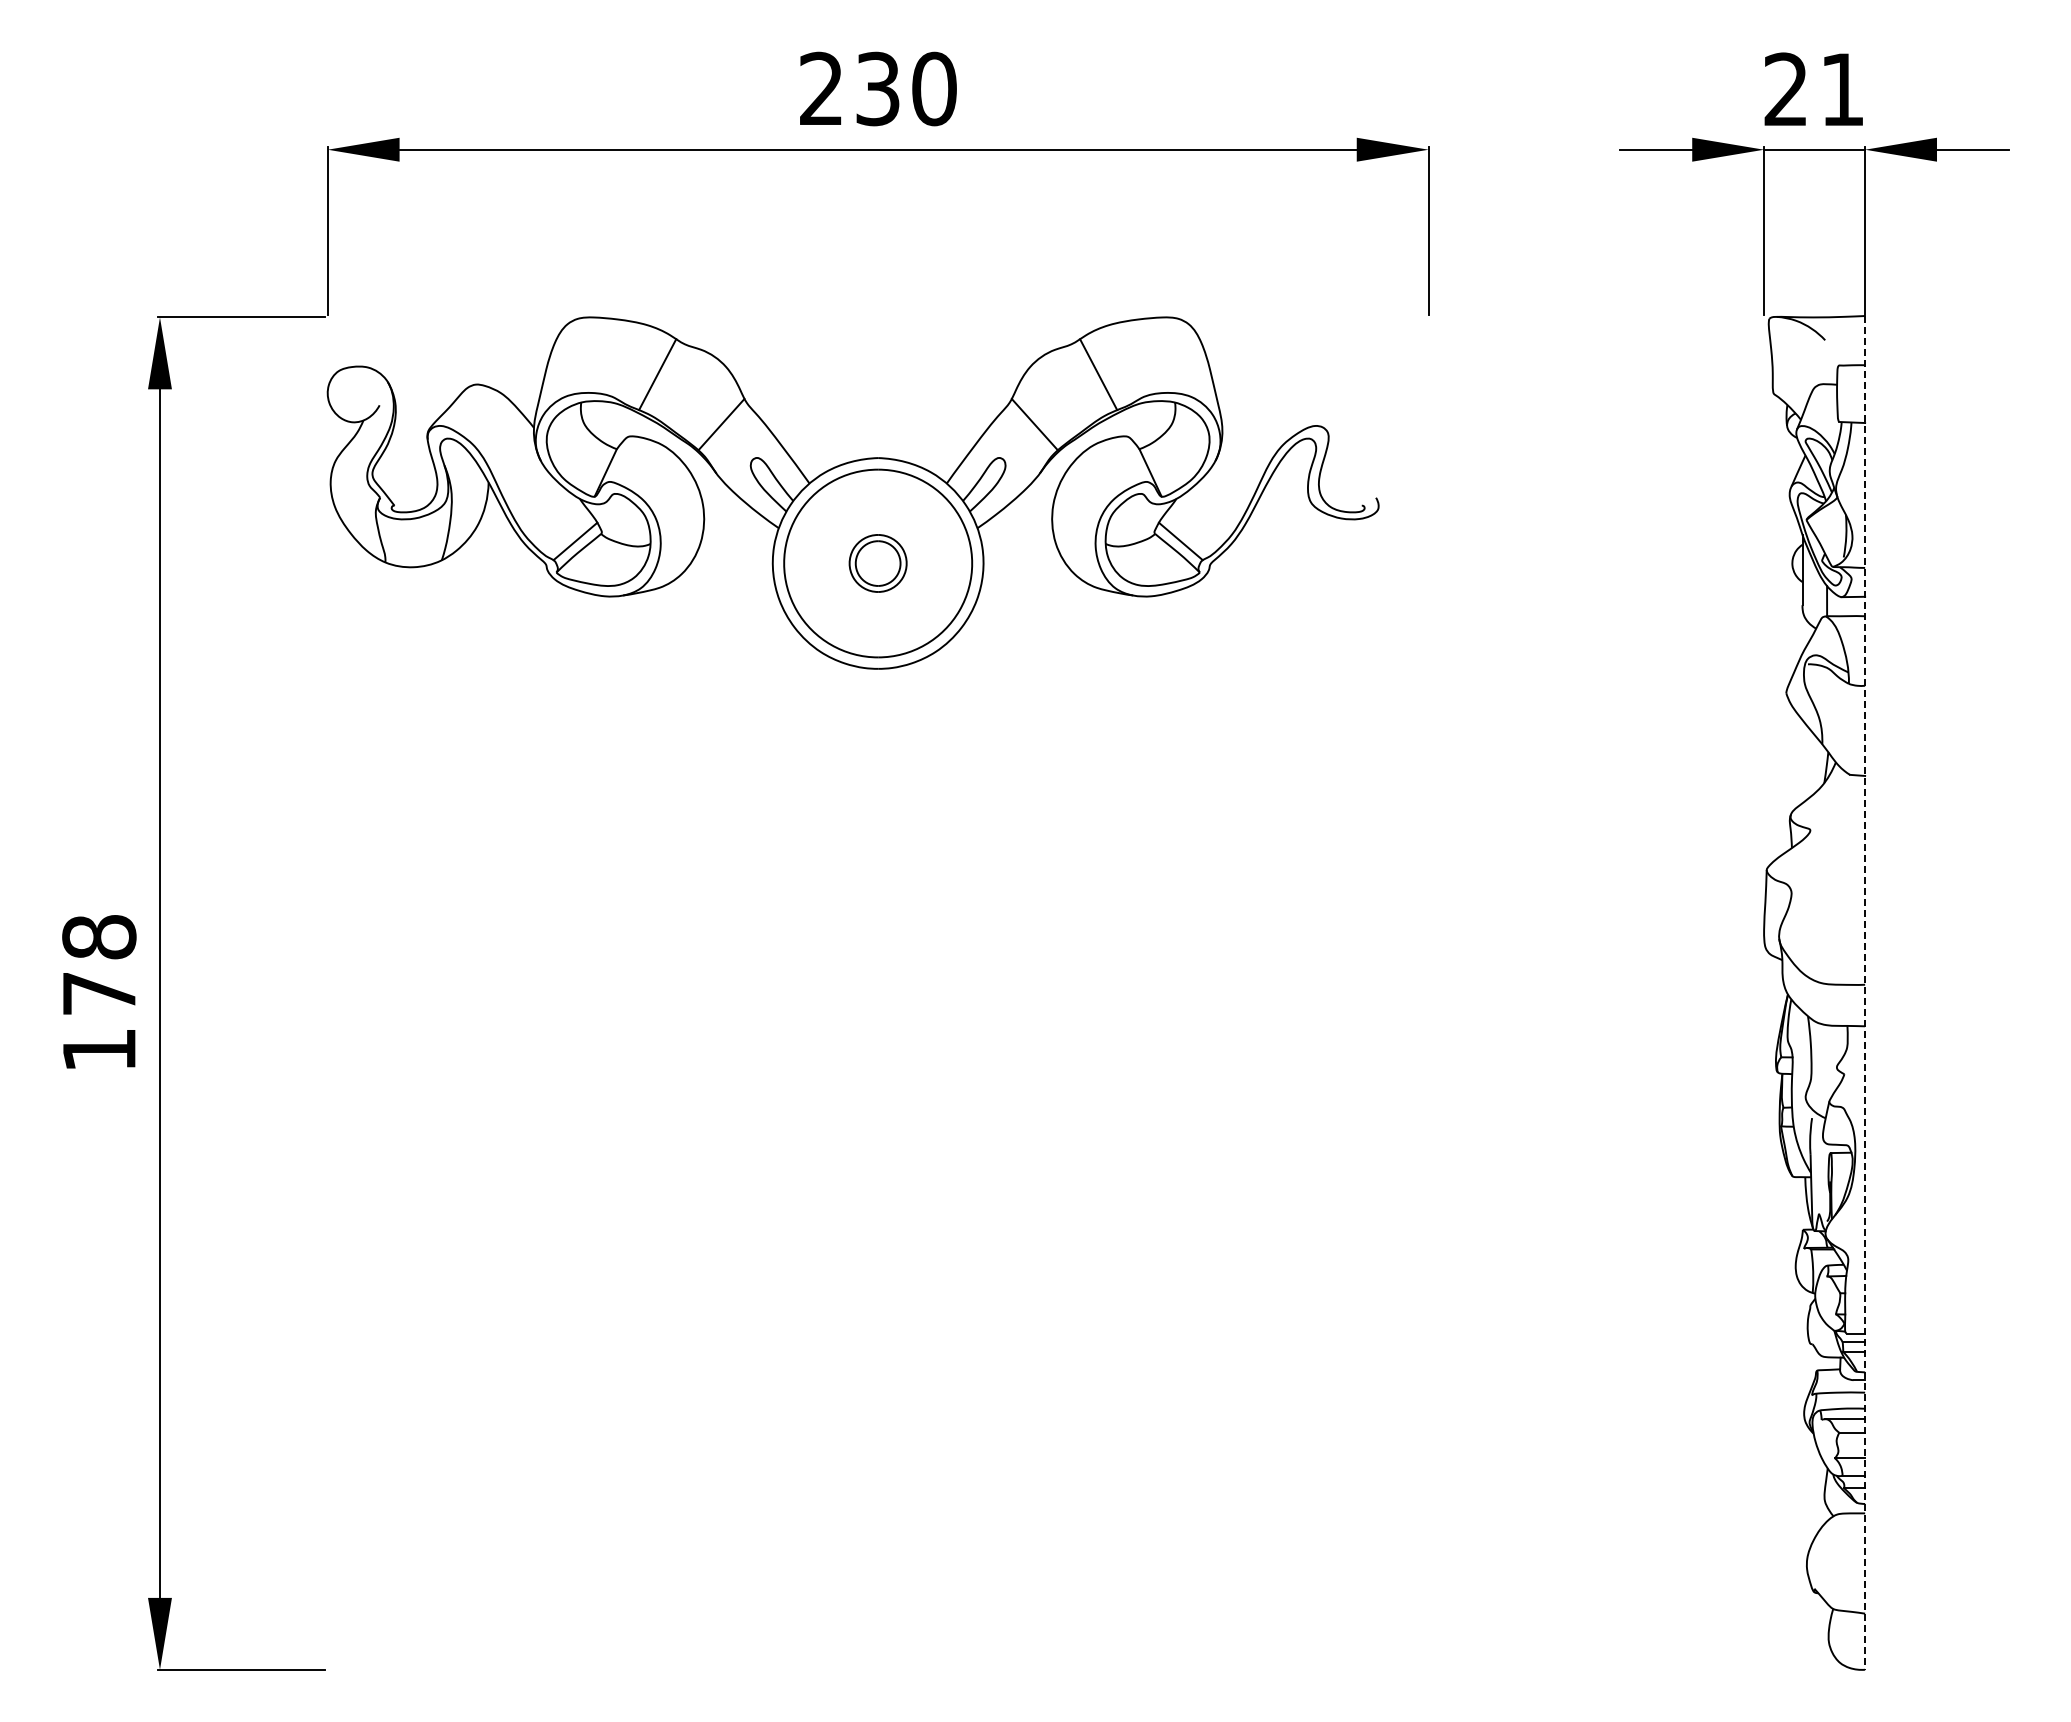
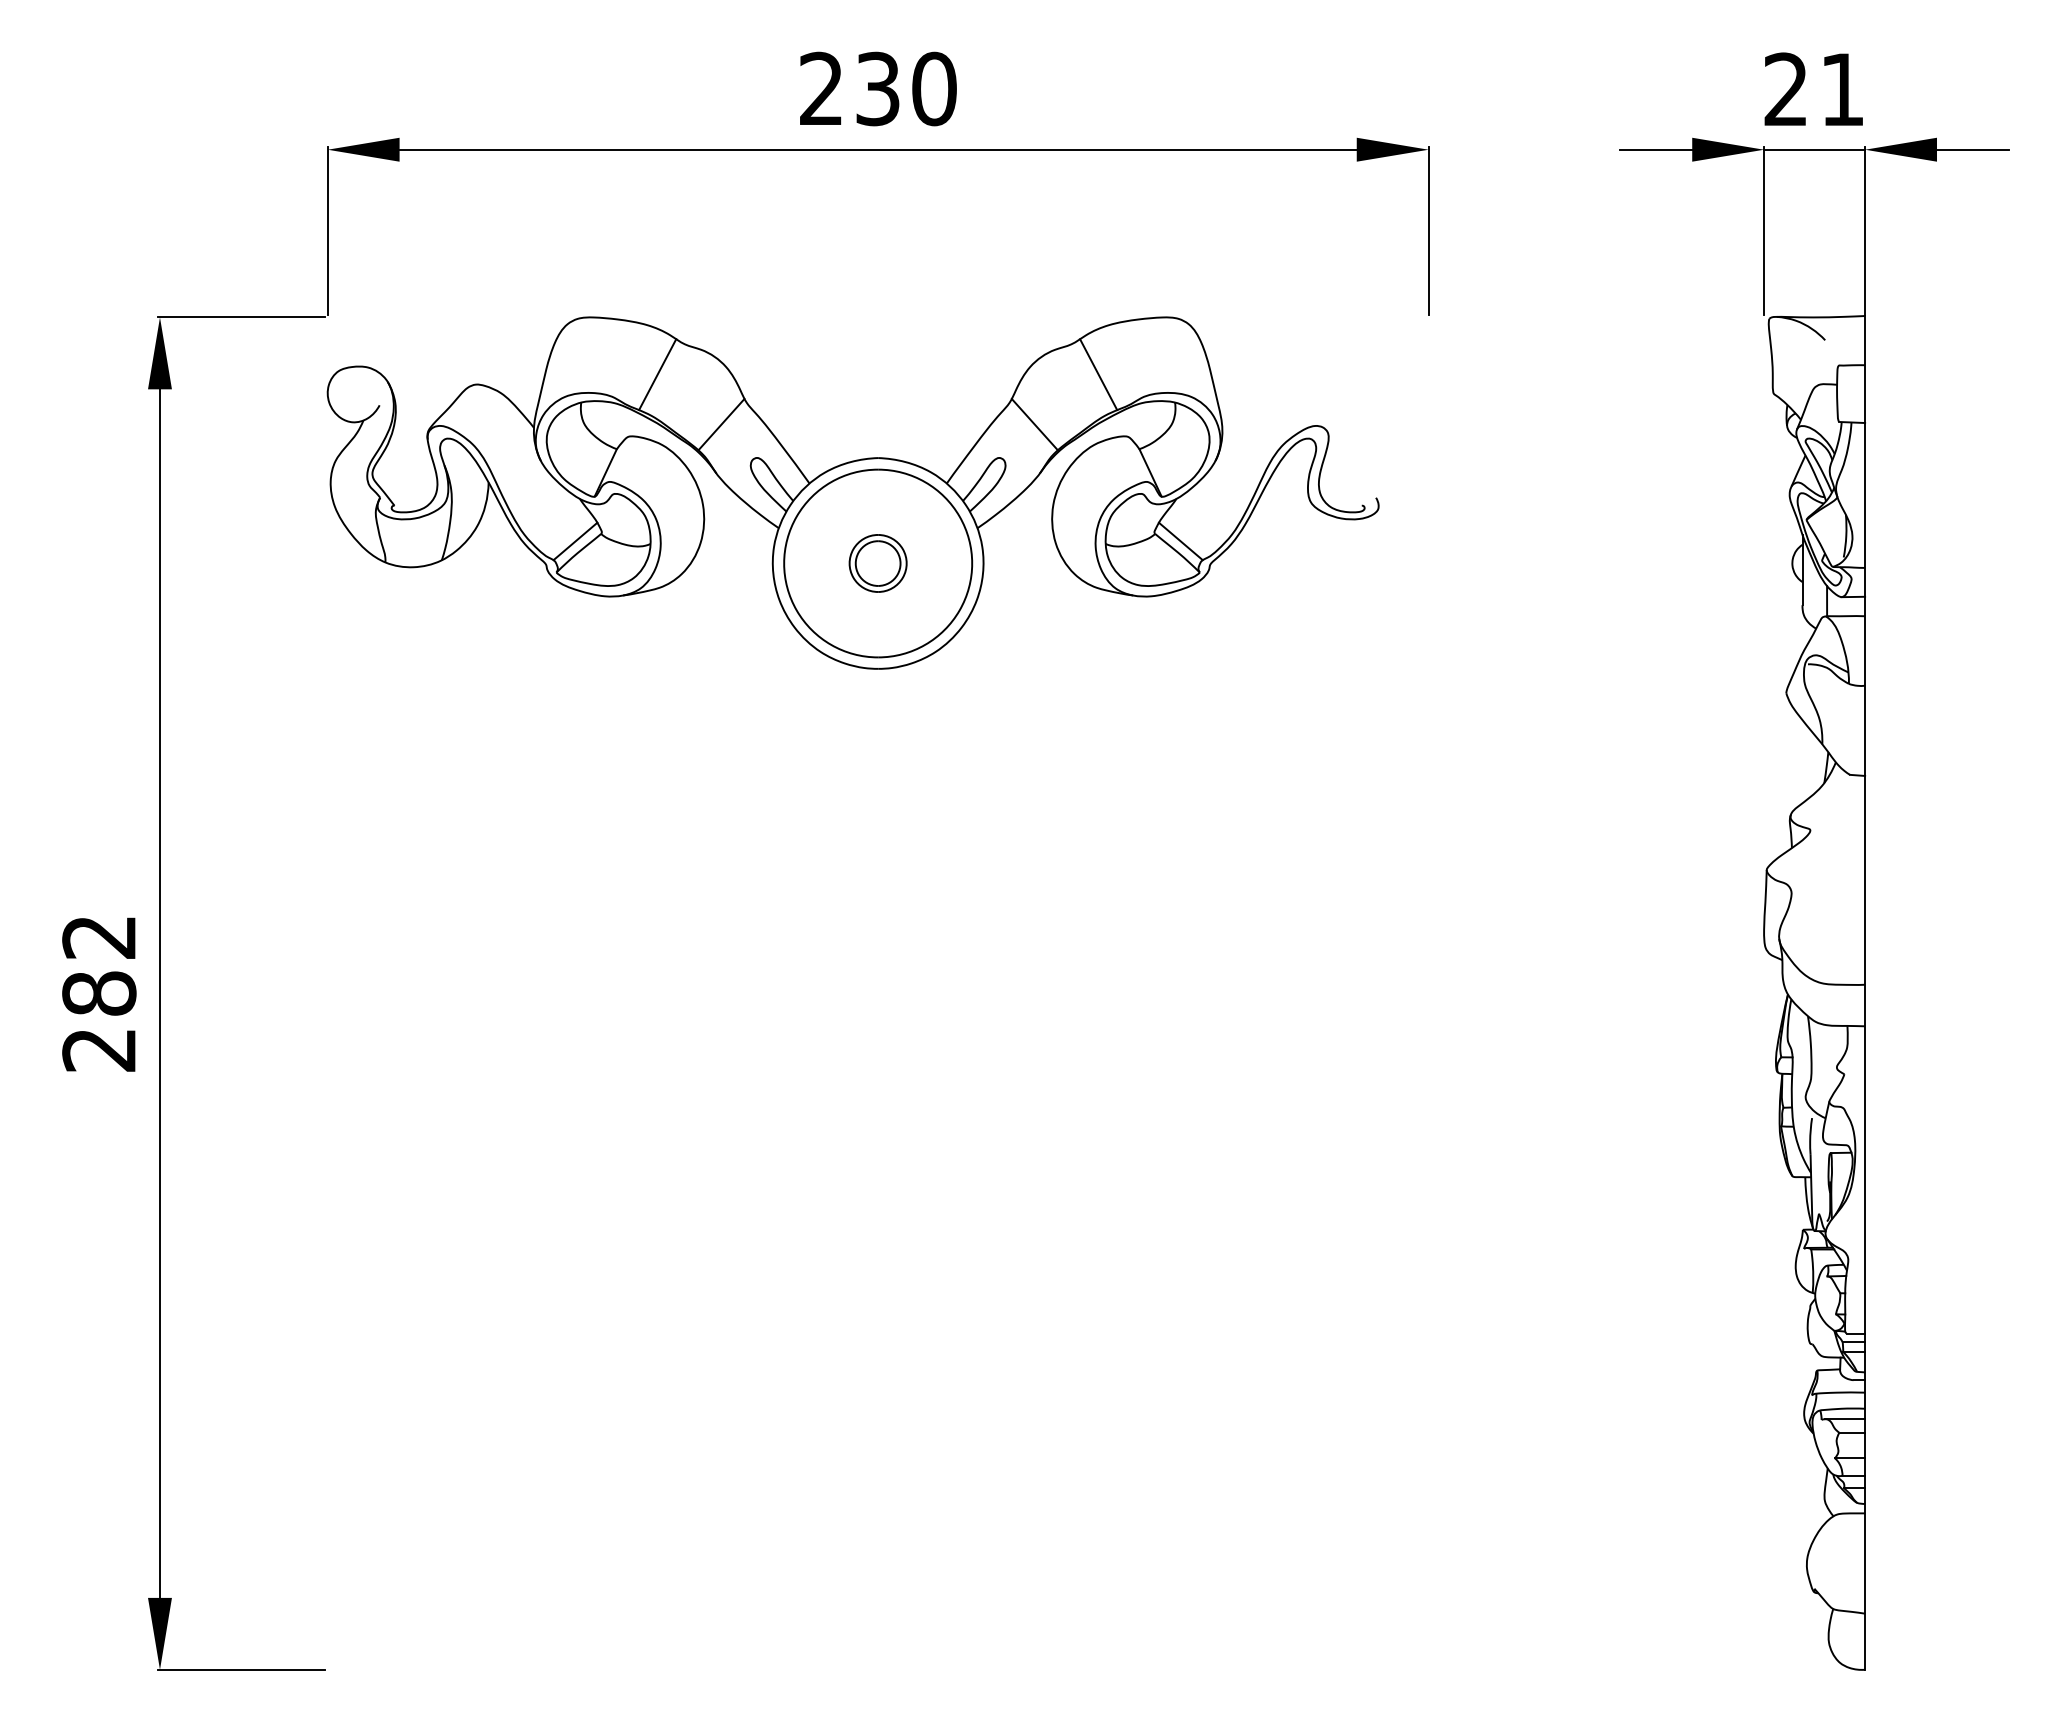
line at (1865, 992): dashed -> solid
text at (99, 993): 178 -> 282
